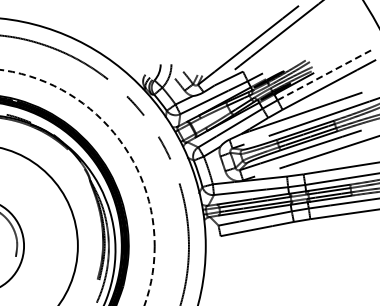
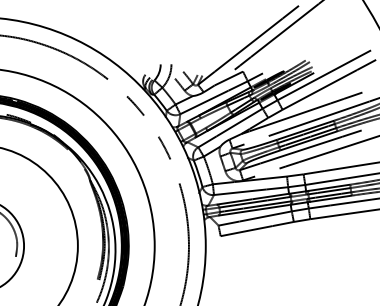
line at (324, 75): dashed -> solid
circle at (77, 187): dashed -> solid
